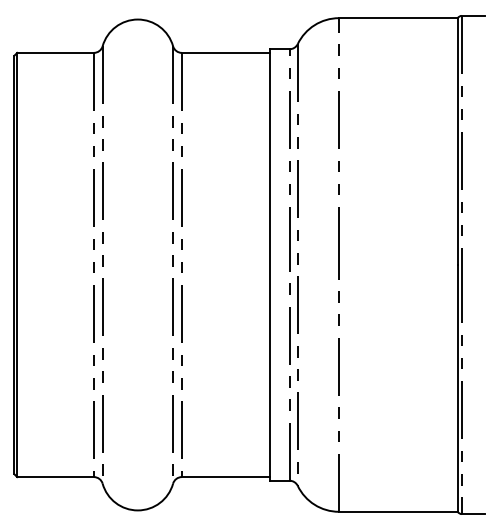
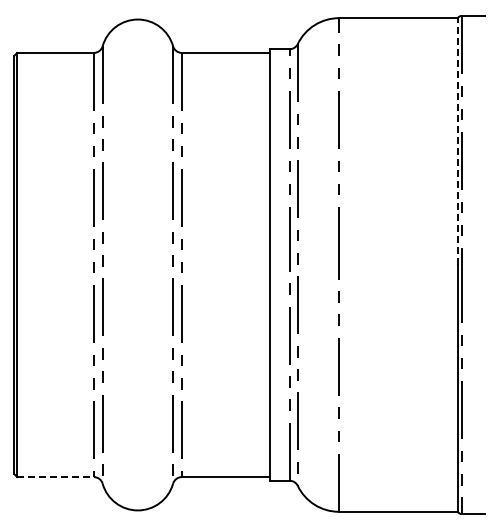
line at (457, 141): solid -> dashed
line at (56, 477): solid -> dashed
